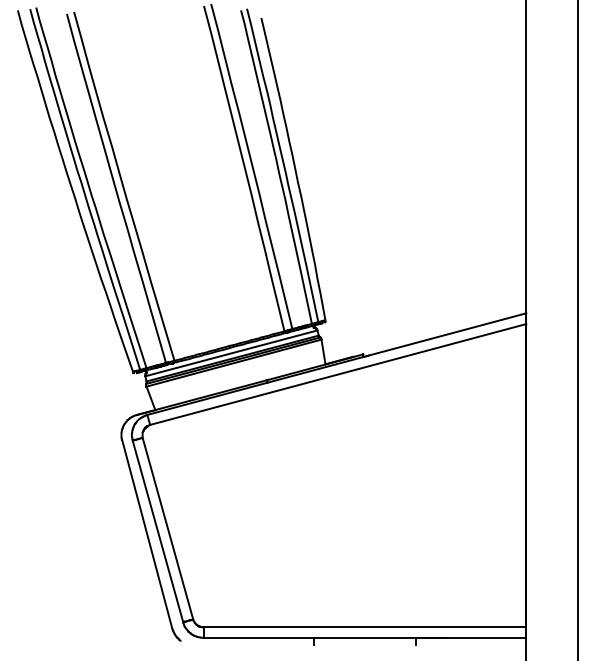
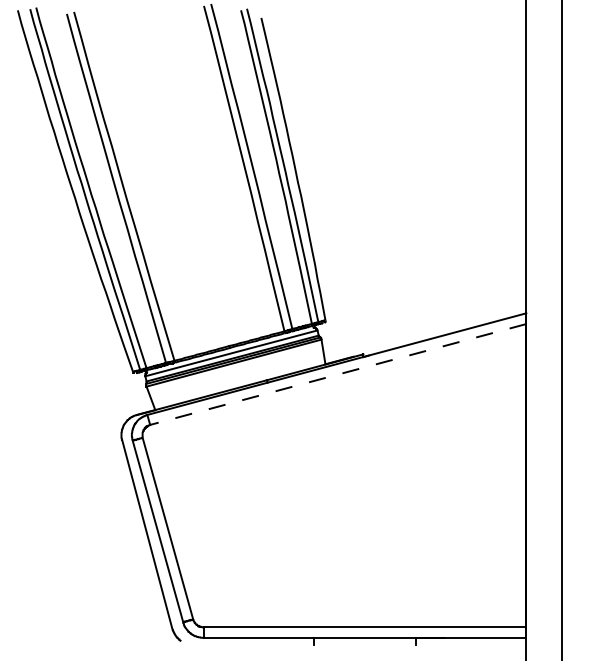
line at (578, 329) position: (578, 329) -> (562, 329)
line at (338, 374): solid -> dashed
